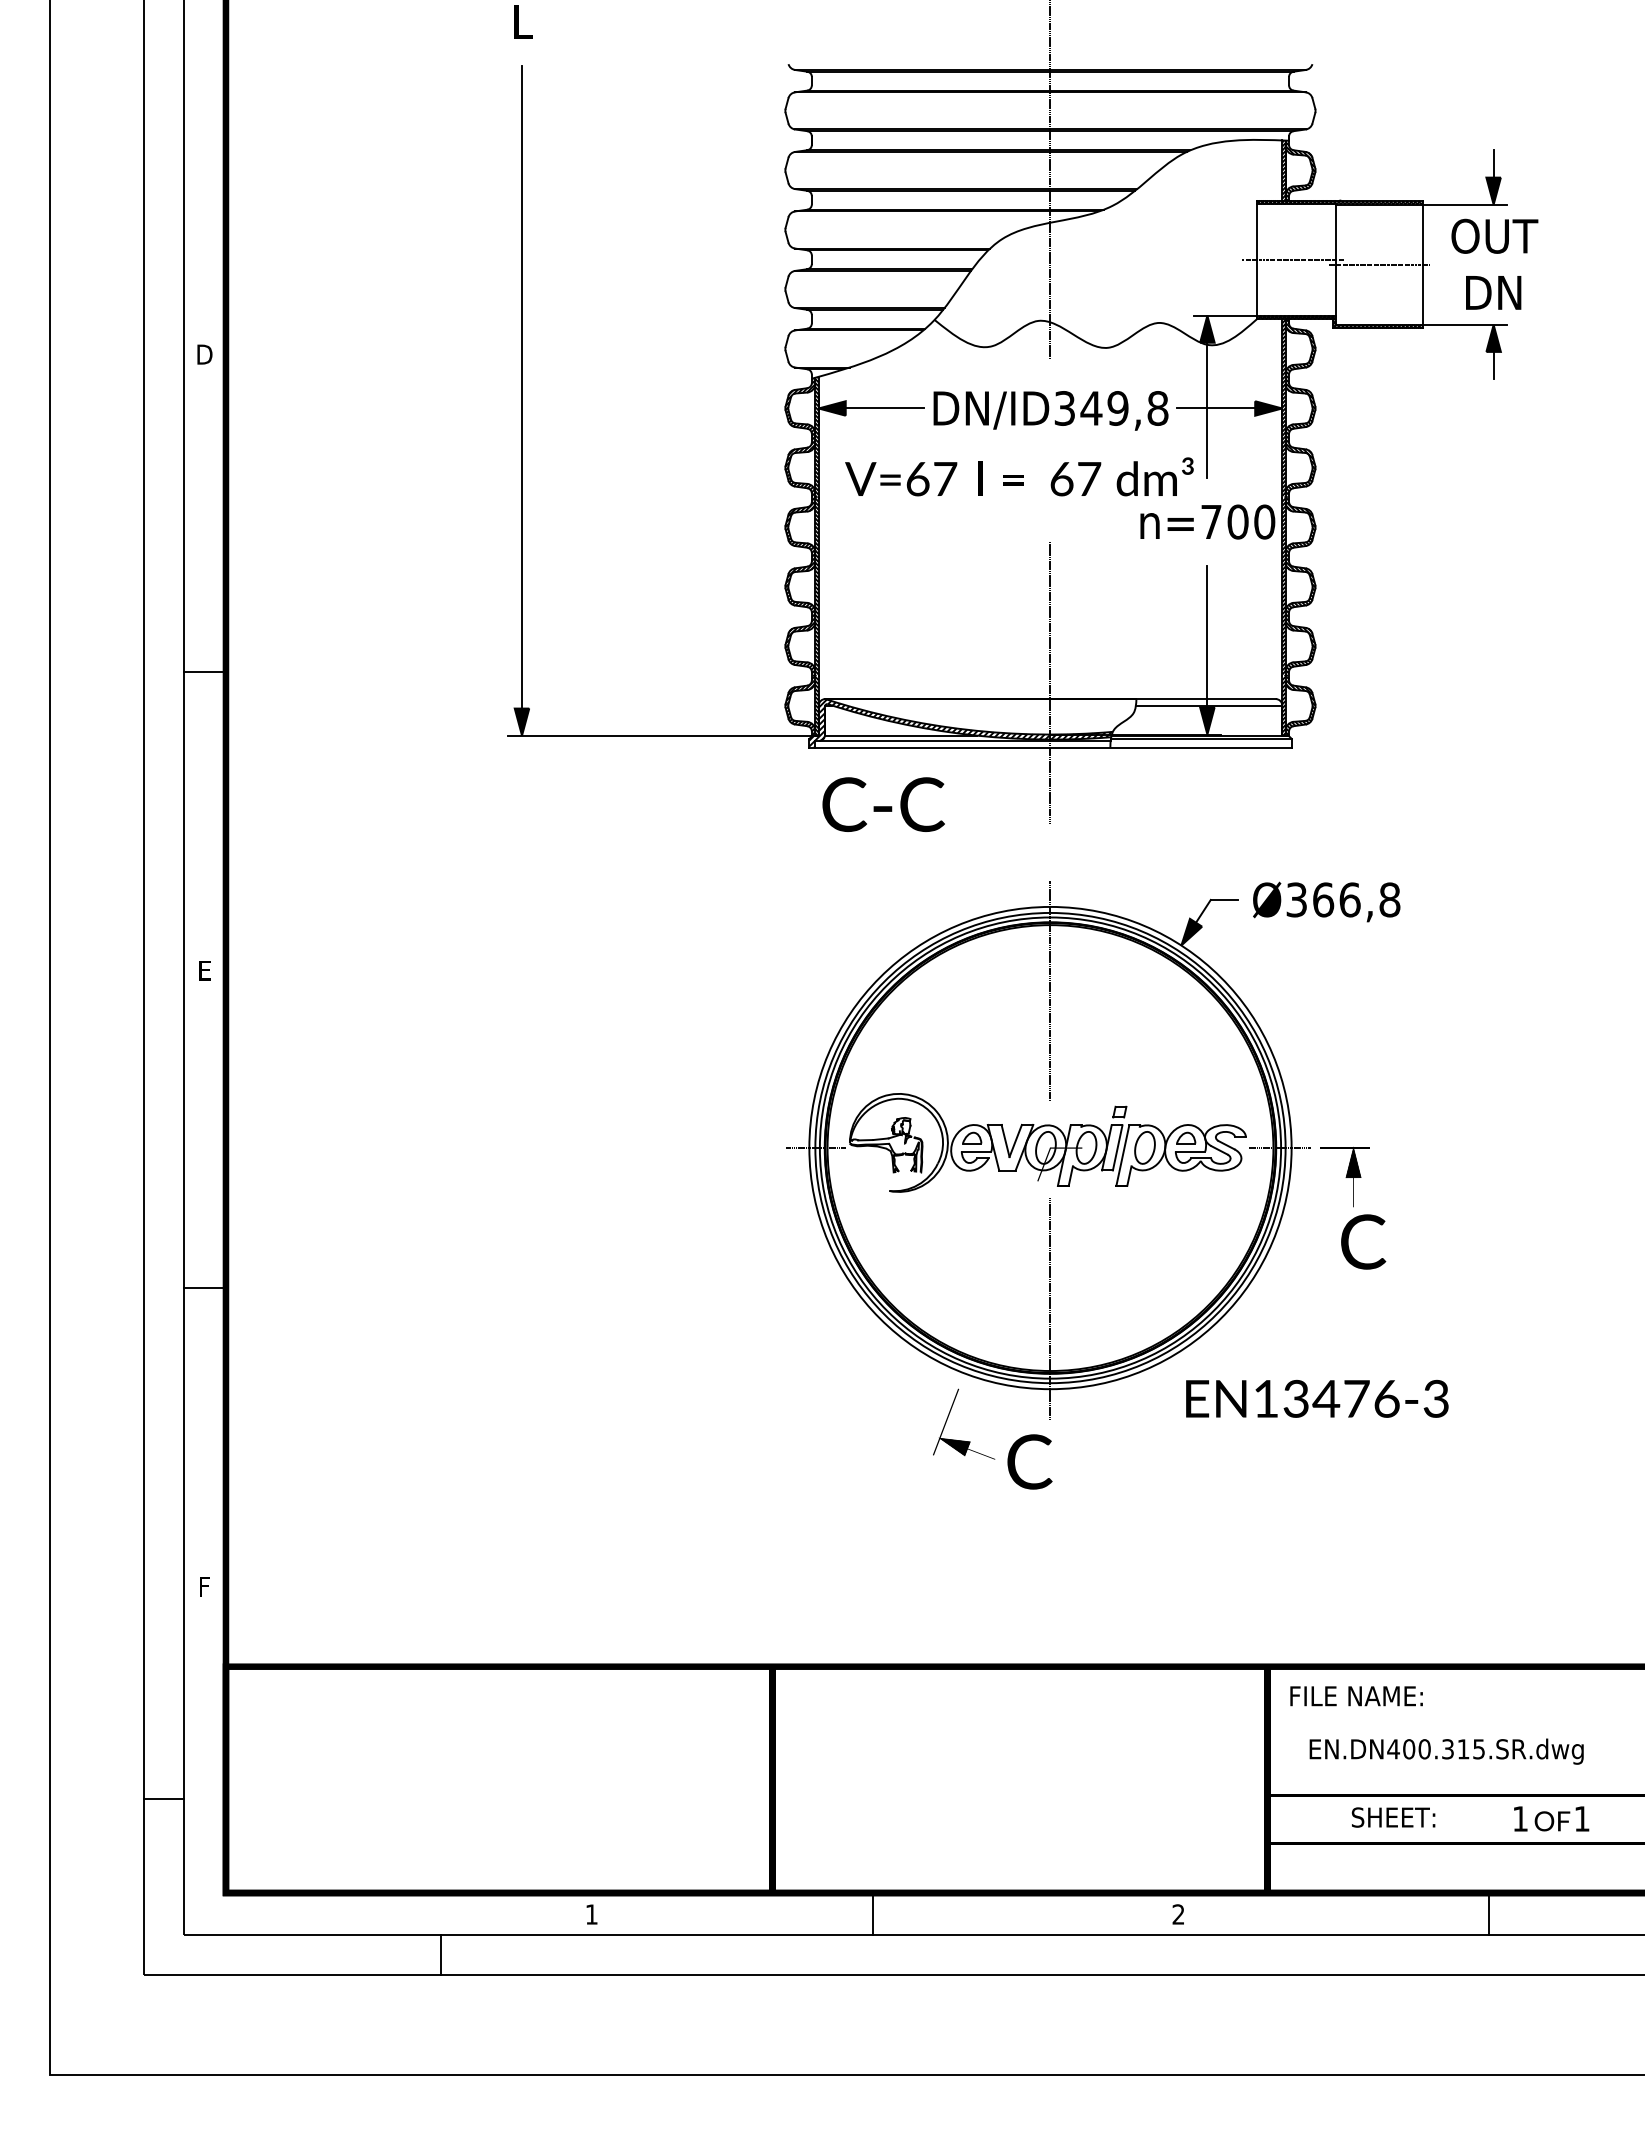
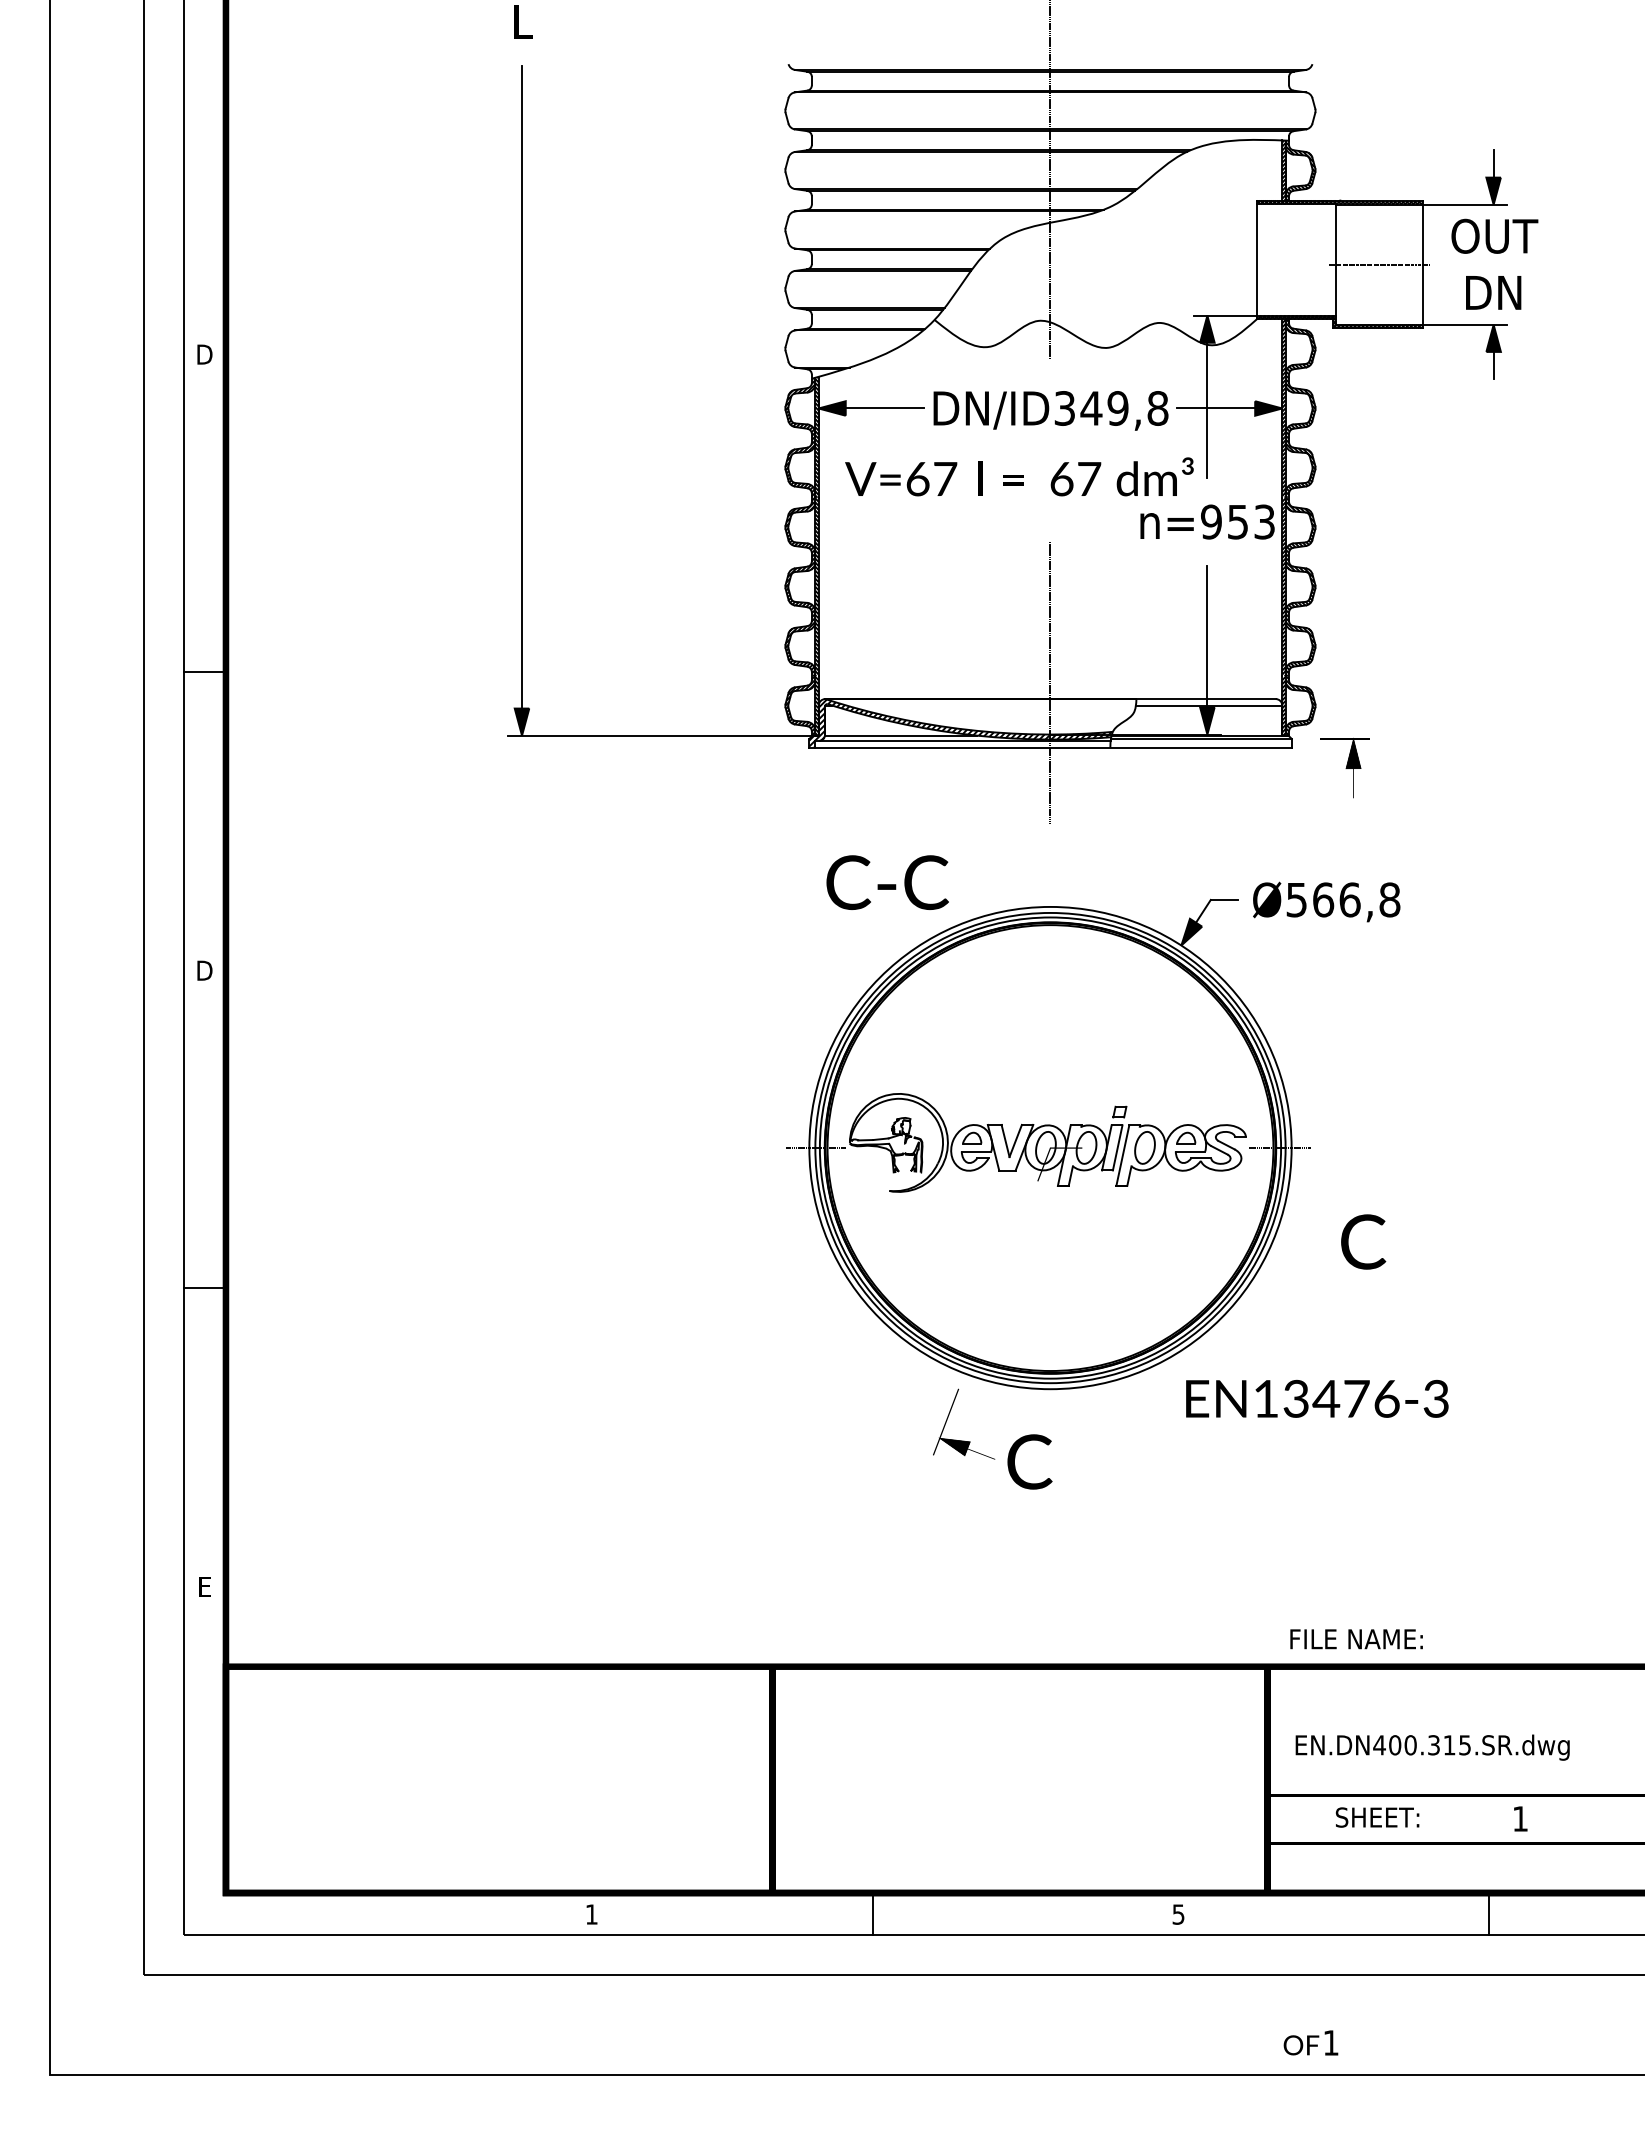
line at (1292, 259): present -> none
text at (1238, 521): n=700 -> n=953
text at (883, 804) position: (883, 804) -> (887, 882)
text at (1296, 899): Ø366,8 -> Ø566,8
text at (204, 970): E -> D
line at (1050, 991): present -> none
part at (1344, 1176) position: (1344, 1176) -> (1344, 767)
line at (1050, 1308): present -> none
text at (204, 1586): F -> E
text at (1356, 1696) position: (1356, 1696) -> (1356, 1639)
text at (1446, 1751) position: (1446, 1751) -> (1432, 1747)
line at (164, 1799): present -> none
text at (1393, 1817) position: (1393, 1817) -> (1377, 1817)
text at (1561, 1818) position: (1561, 1818) -> (1310, 2042)
text at (1178, 1914): 2 -> 5
line at (441, 1954): present -> none
